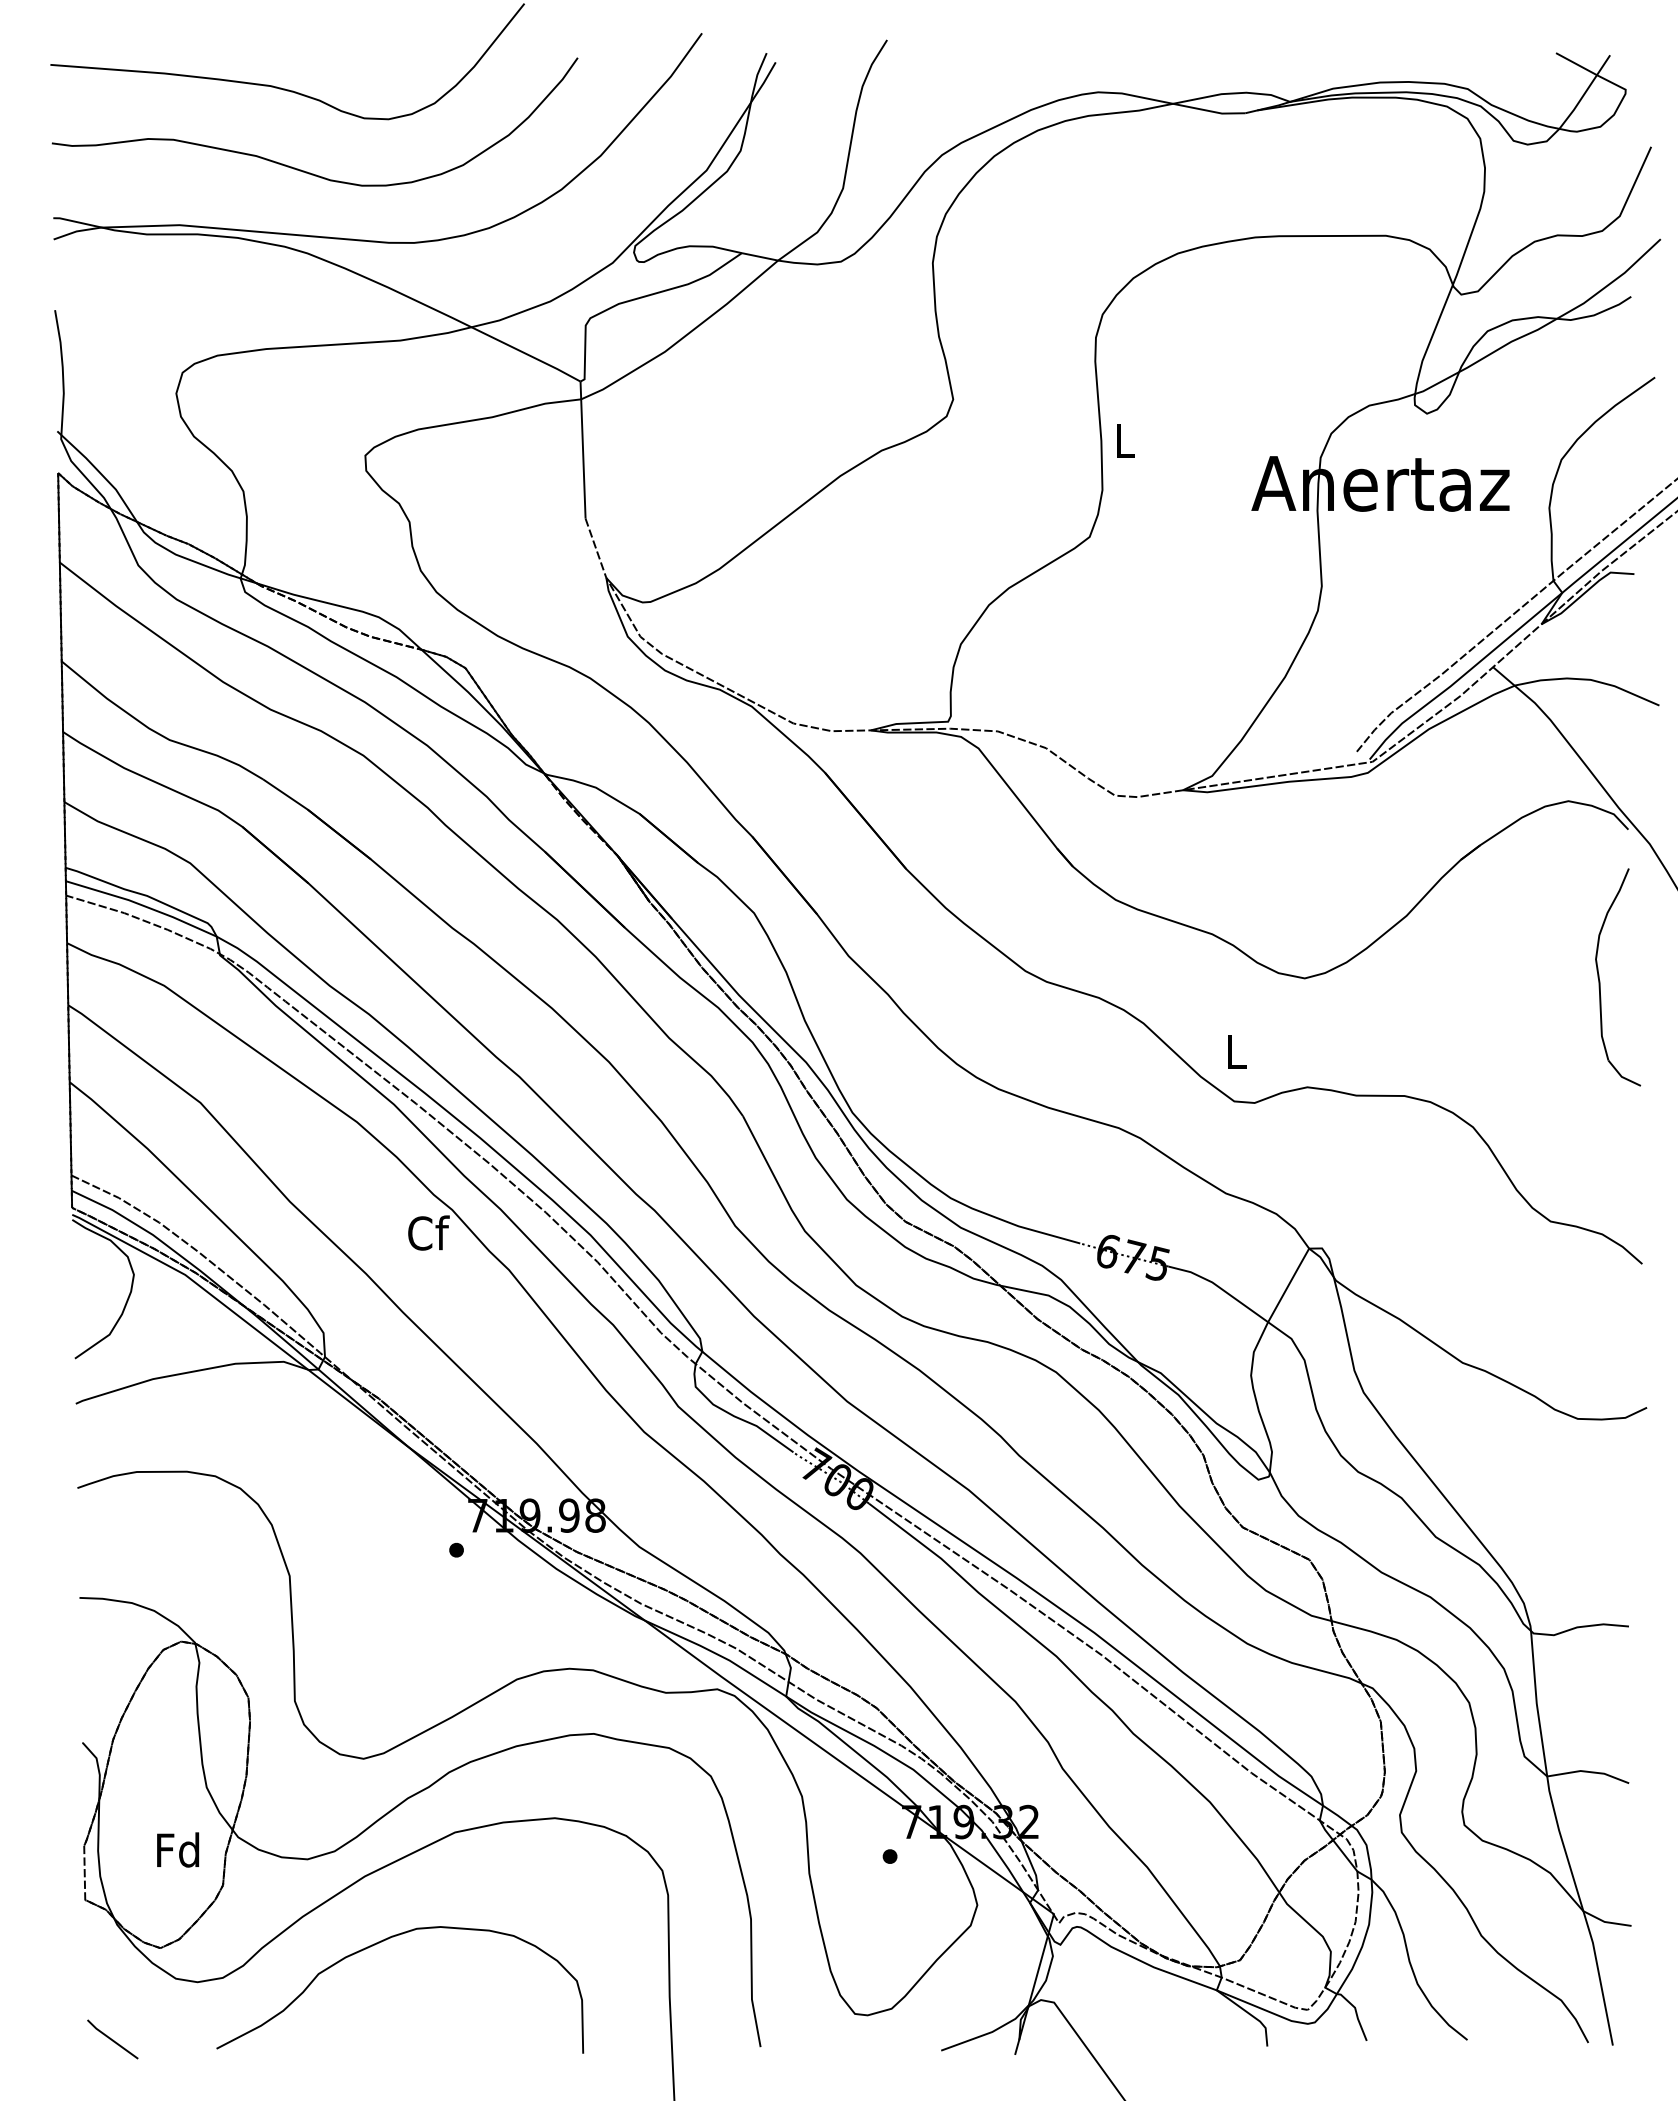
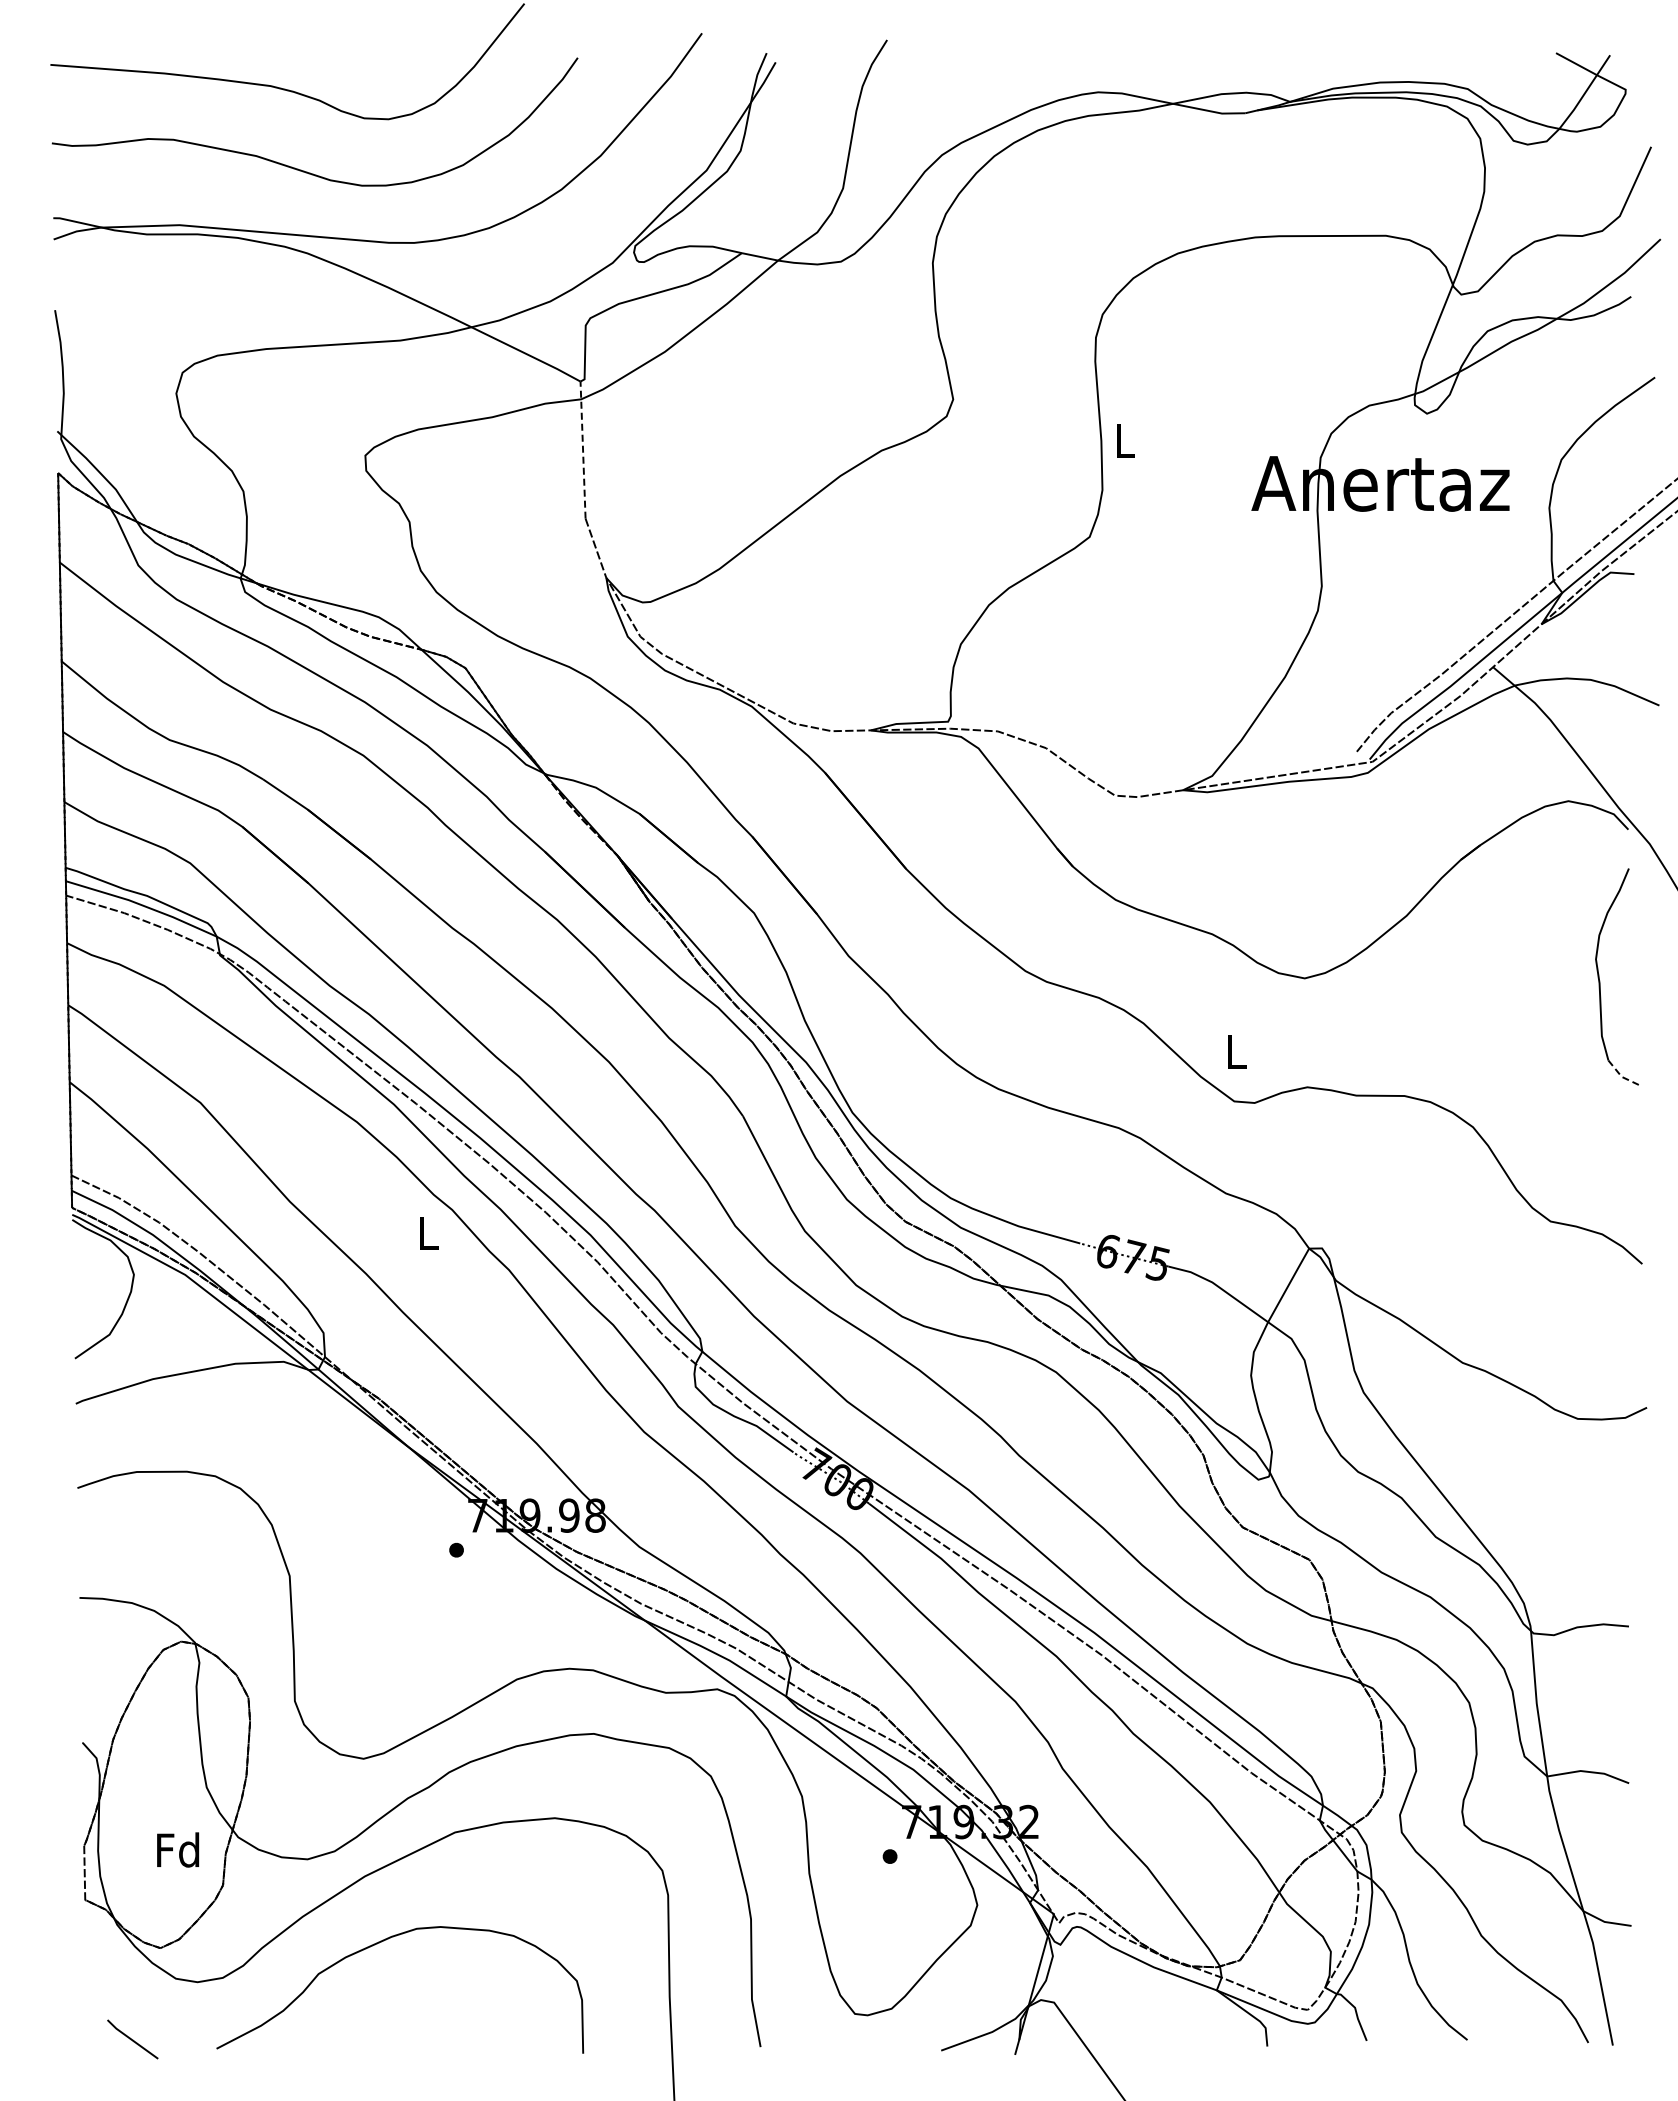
line at (583, 450): solid -> dashed
line at (1621, 1076): solid -> dashed
text at (428, 1232): Cf -> L
line at (112, 2039) position: (112, 2039) -> (132, 2039)
